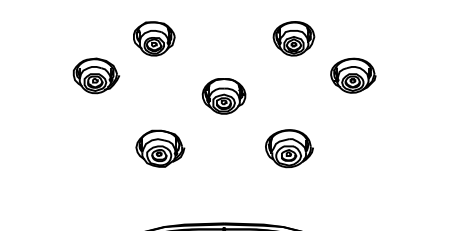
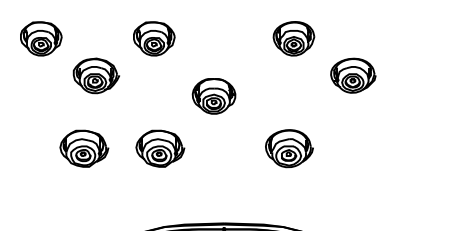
part at (41, 38): none -> present
part at (223, 96) position: (223, 96) -> (213, 96)
part at (84, 148): none -> present
